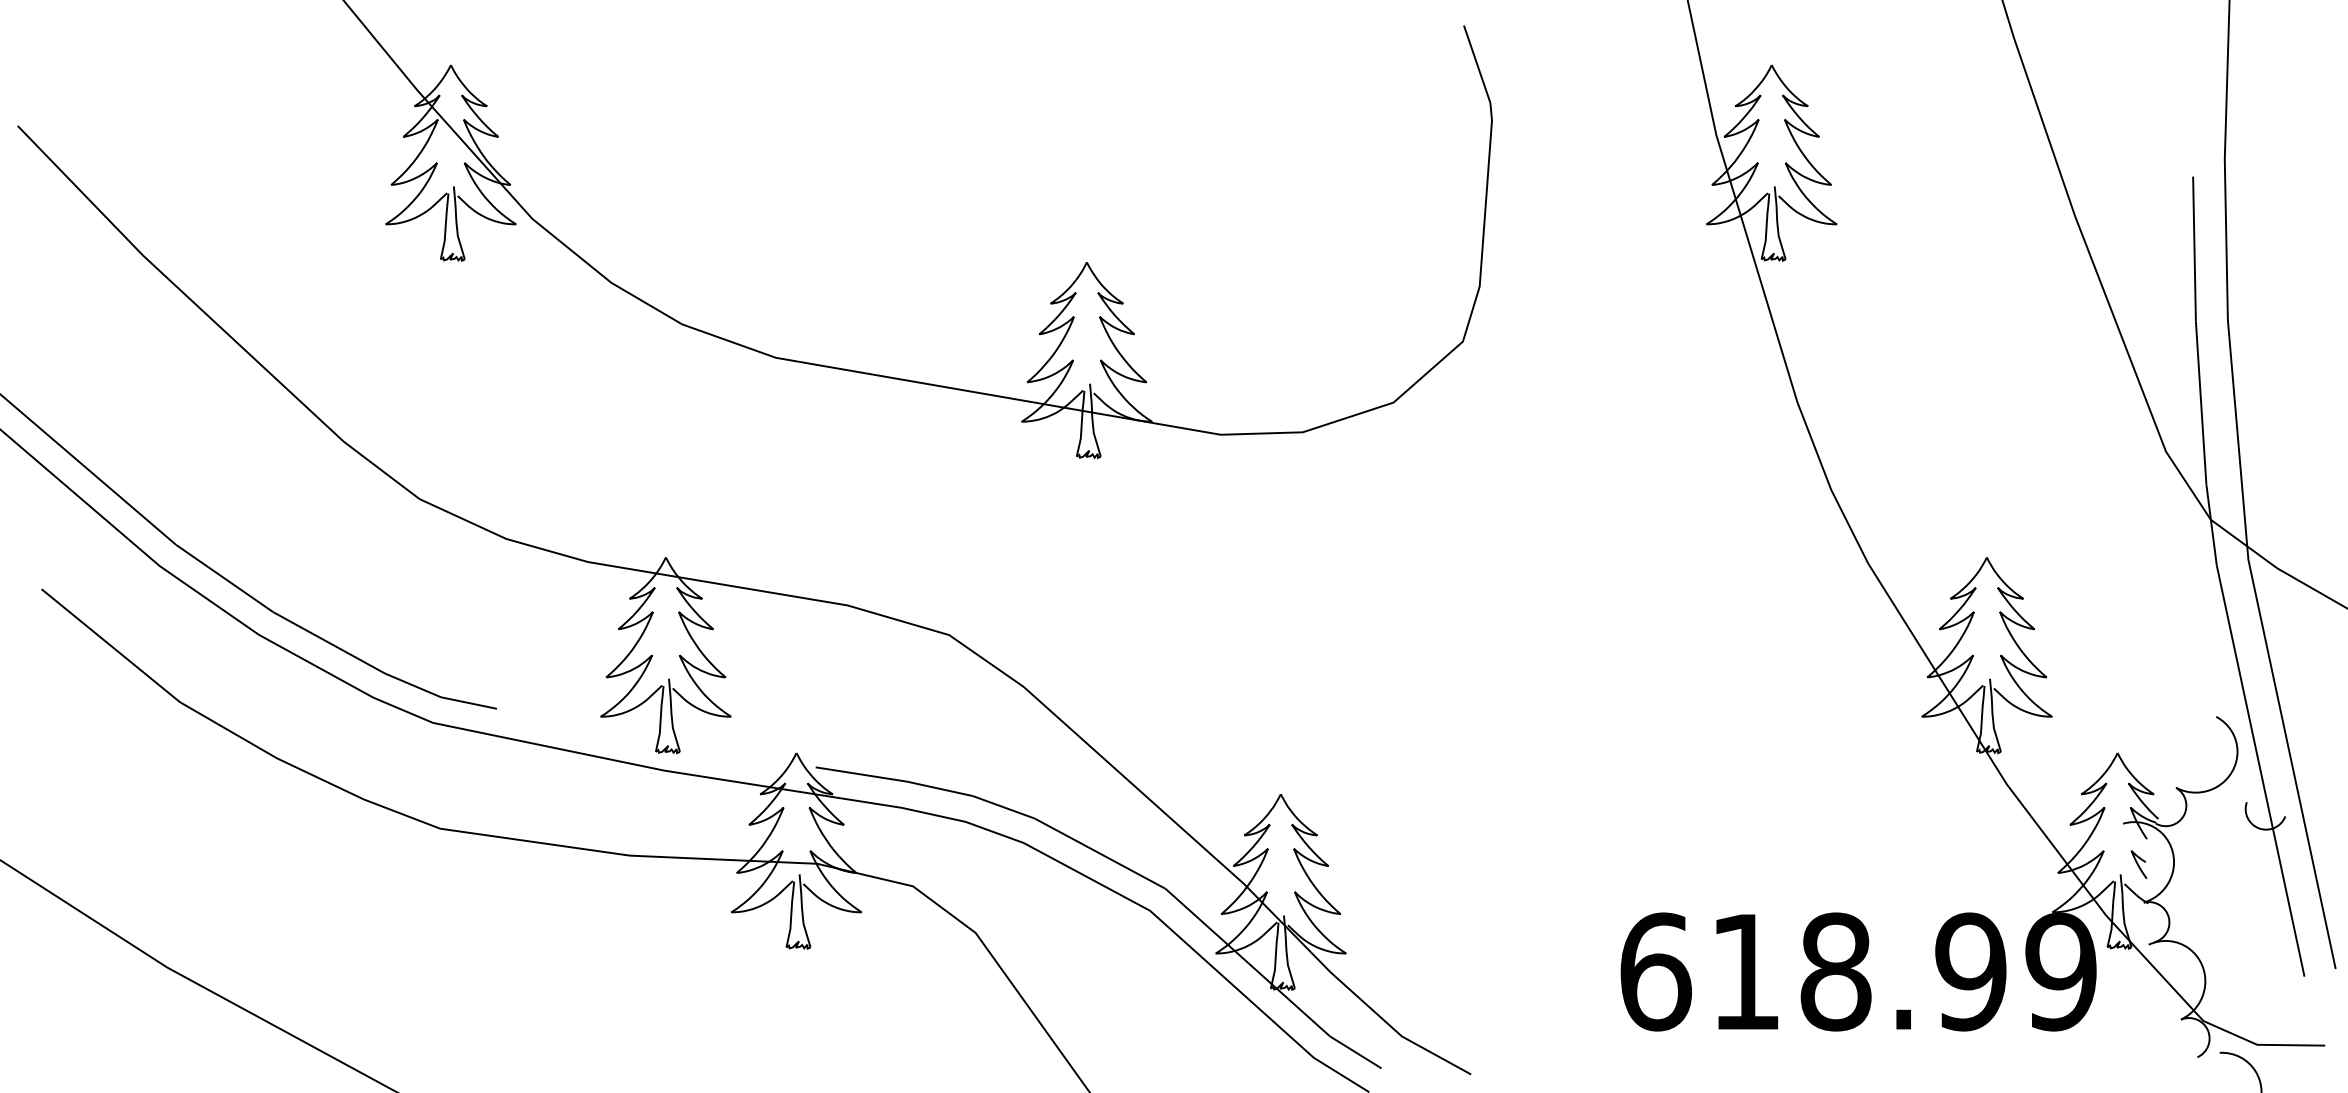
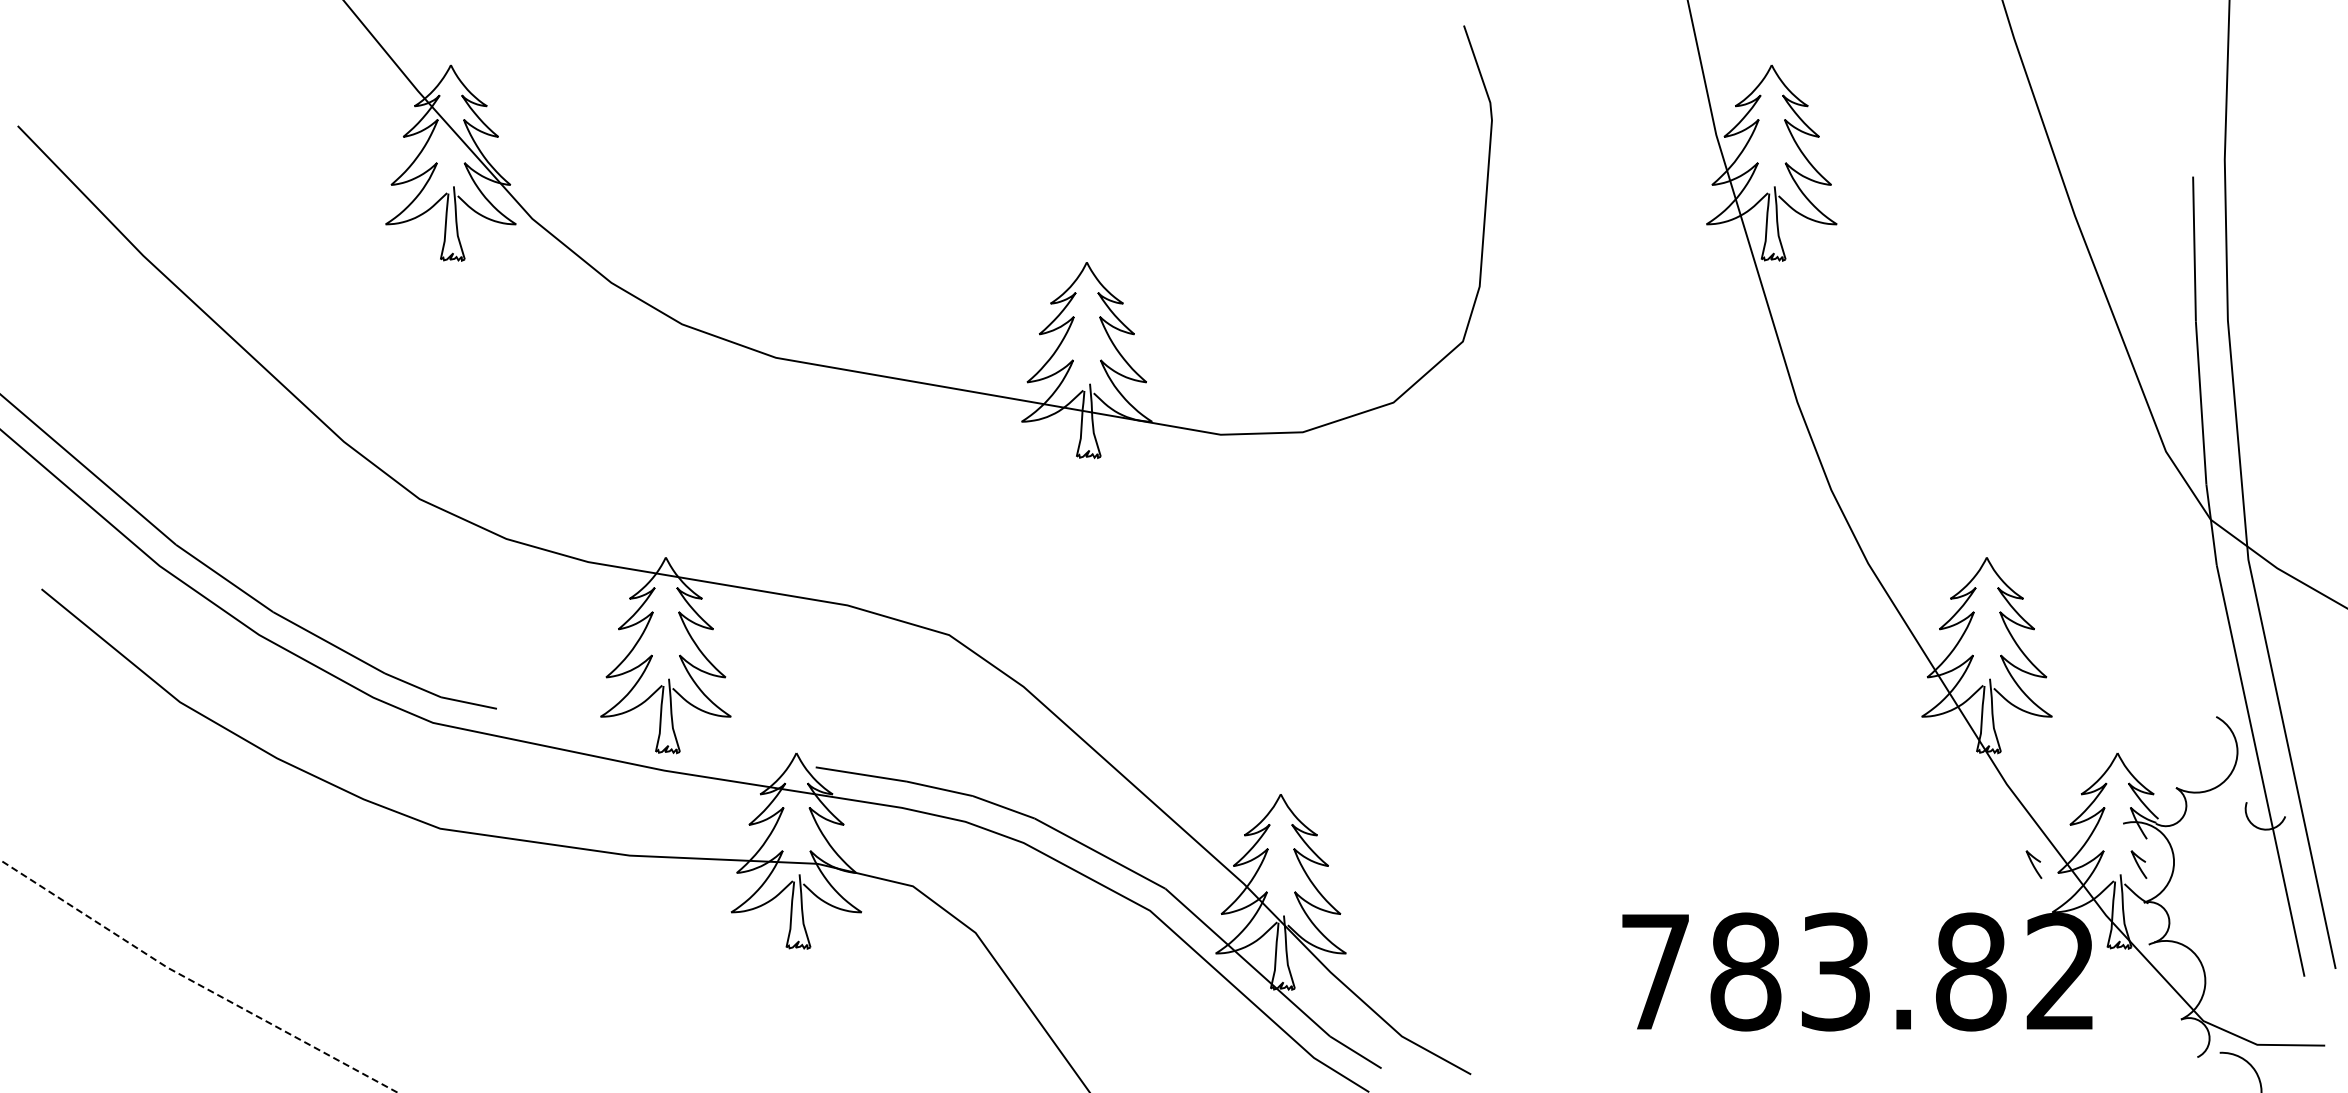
curve at (2033, 864): none -> present
text at (1858, 971): 618.99 -> 783.82
line at (194, 982): solid -> dashed
